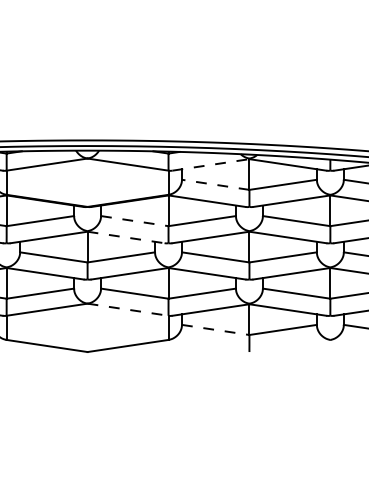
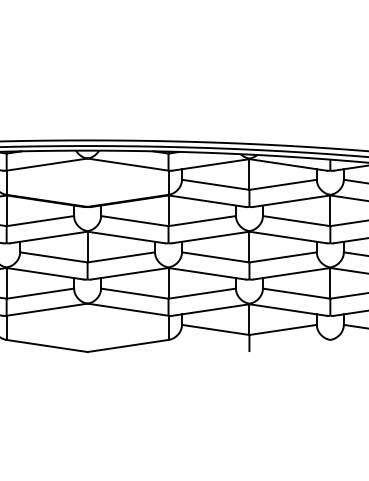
line at (210, 164): dashed -> solid
line at (215, 184): dashed -> solid
line at (135, 221): dashed -> solid
line at (126, 237): dashed -> solid
line at (128, 309): dashed -> solid
line at (216, 330): dashed -> solid
